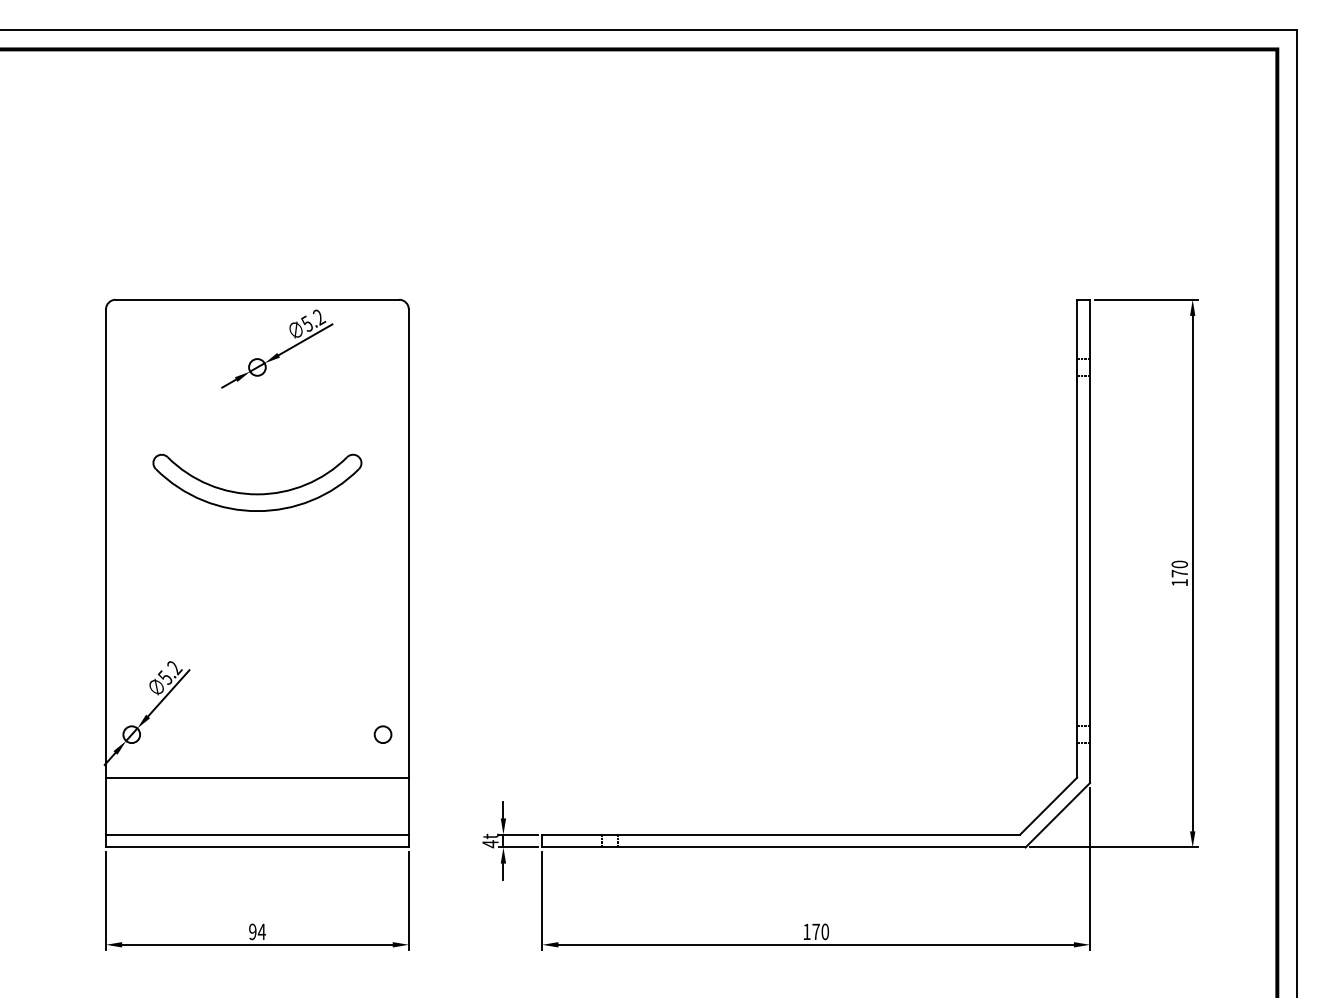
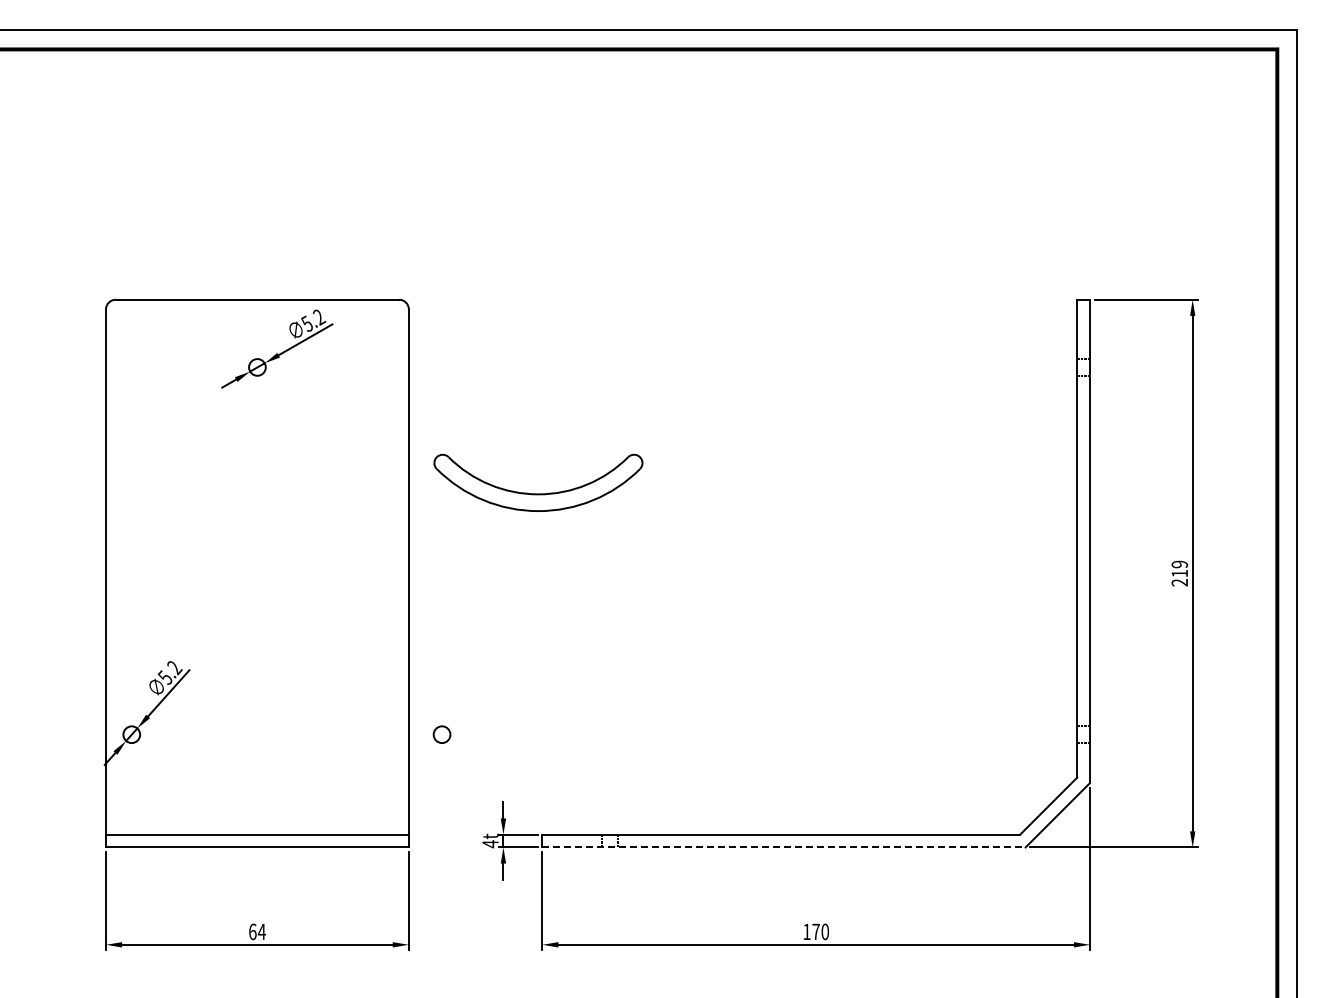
part at (257, 493) position: (257, 493) -> (538, 493)
text at (1179, 573): 170 -> 219
circle at (382, 734) position: (382, 734) -> (441, 734)
line at (257, 777): present -> none
line at (783, 847): solid -> dashed
text at (252, 931): 94 -> 64
